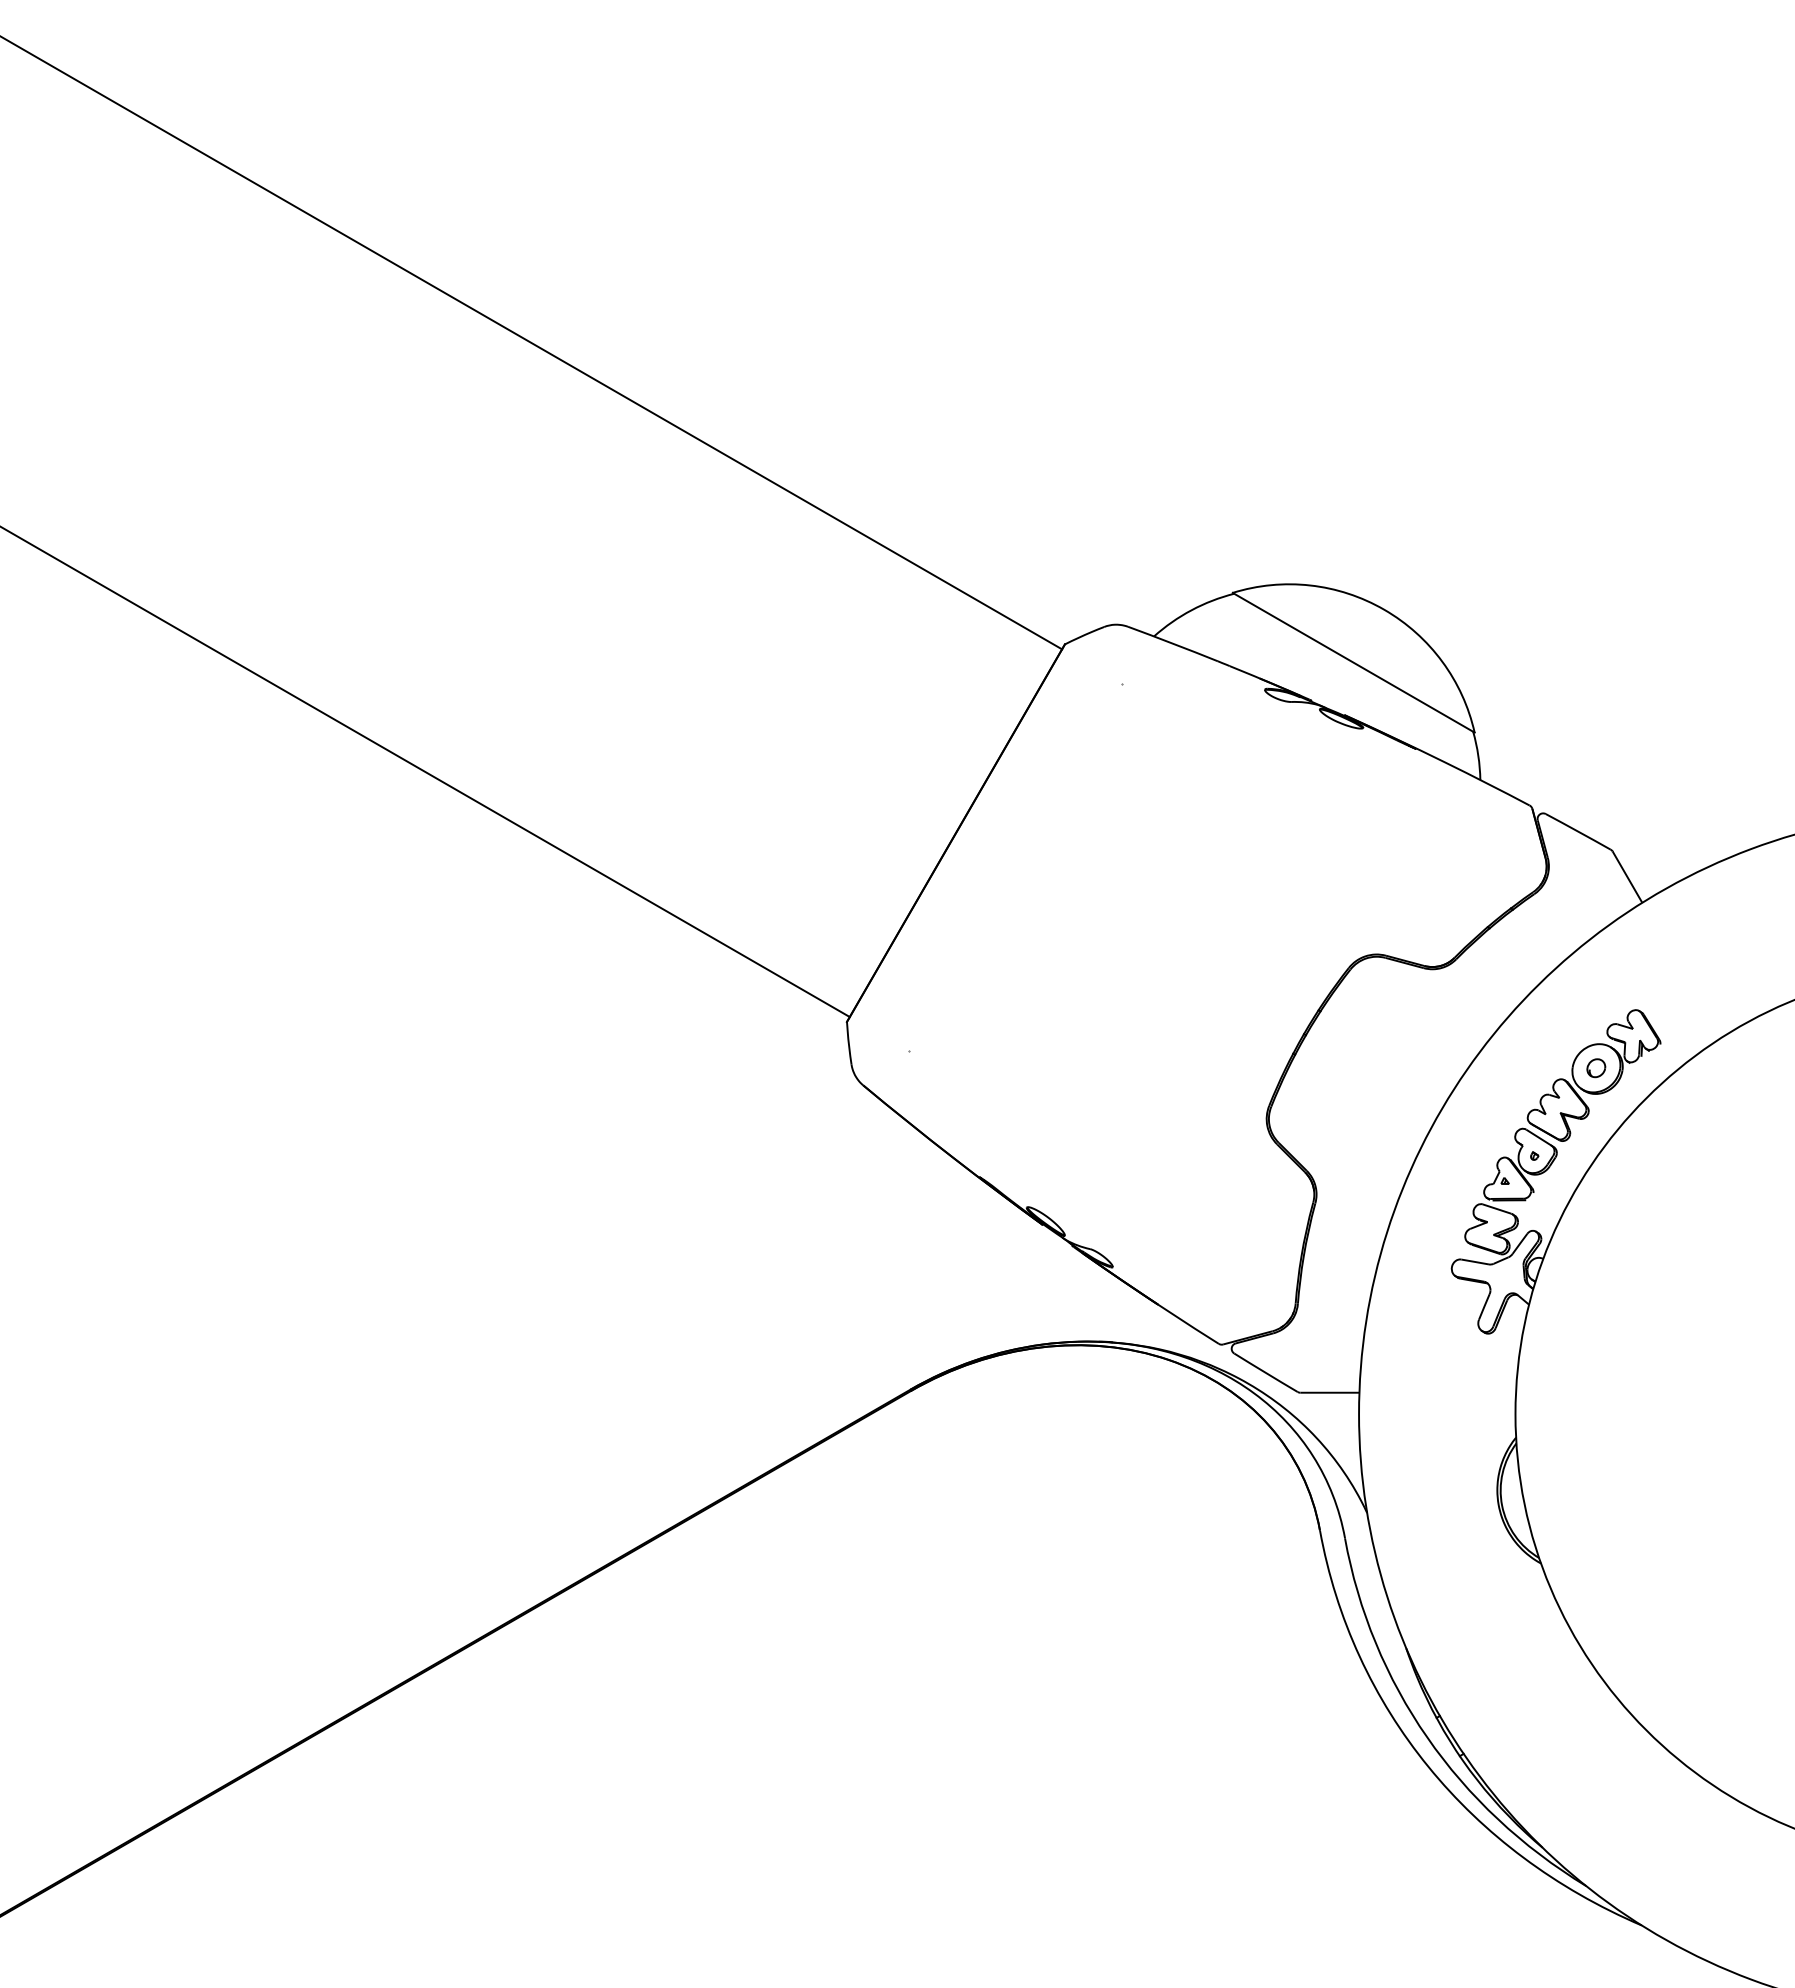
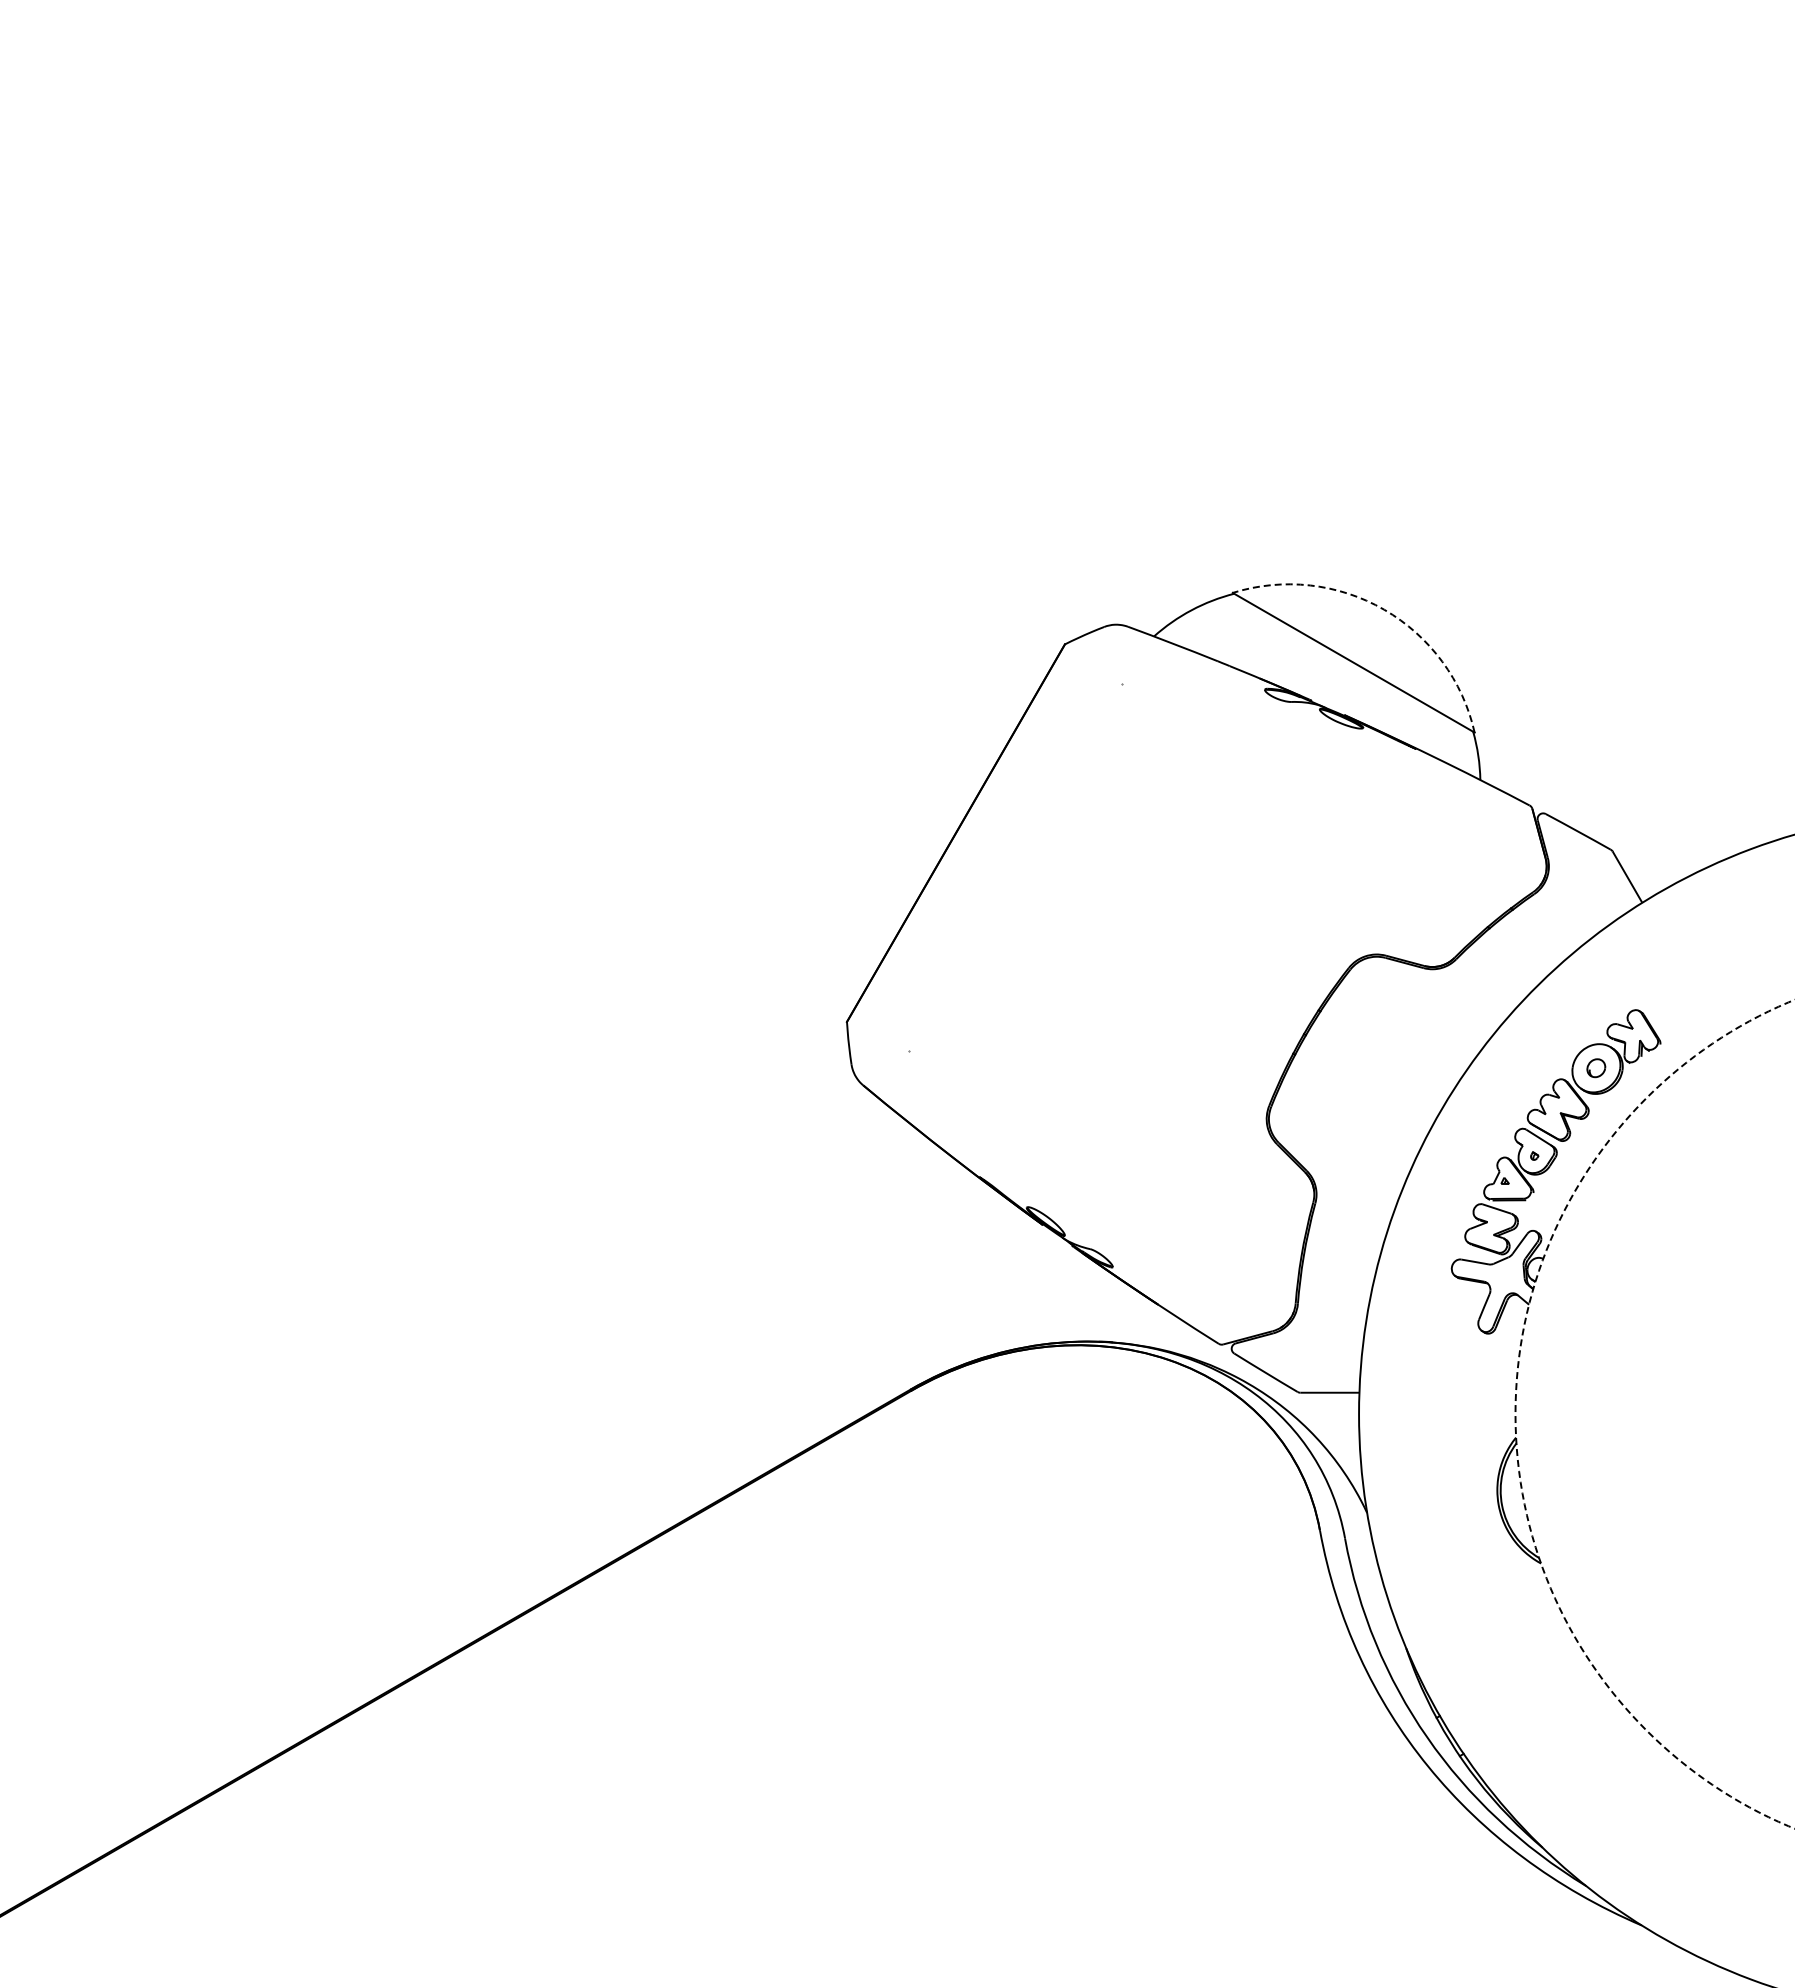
line at (532, 343): present -> none
arc at (1384, 609): solid -> dashed
line at (425, 772): present -> none
arc at (1515, 1414): solid -> dashed
